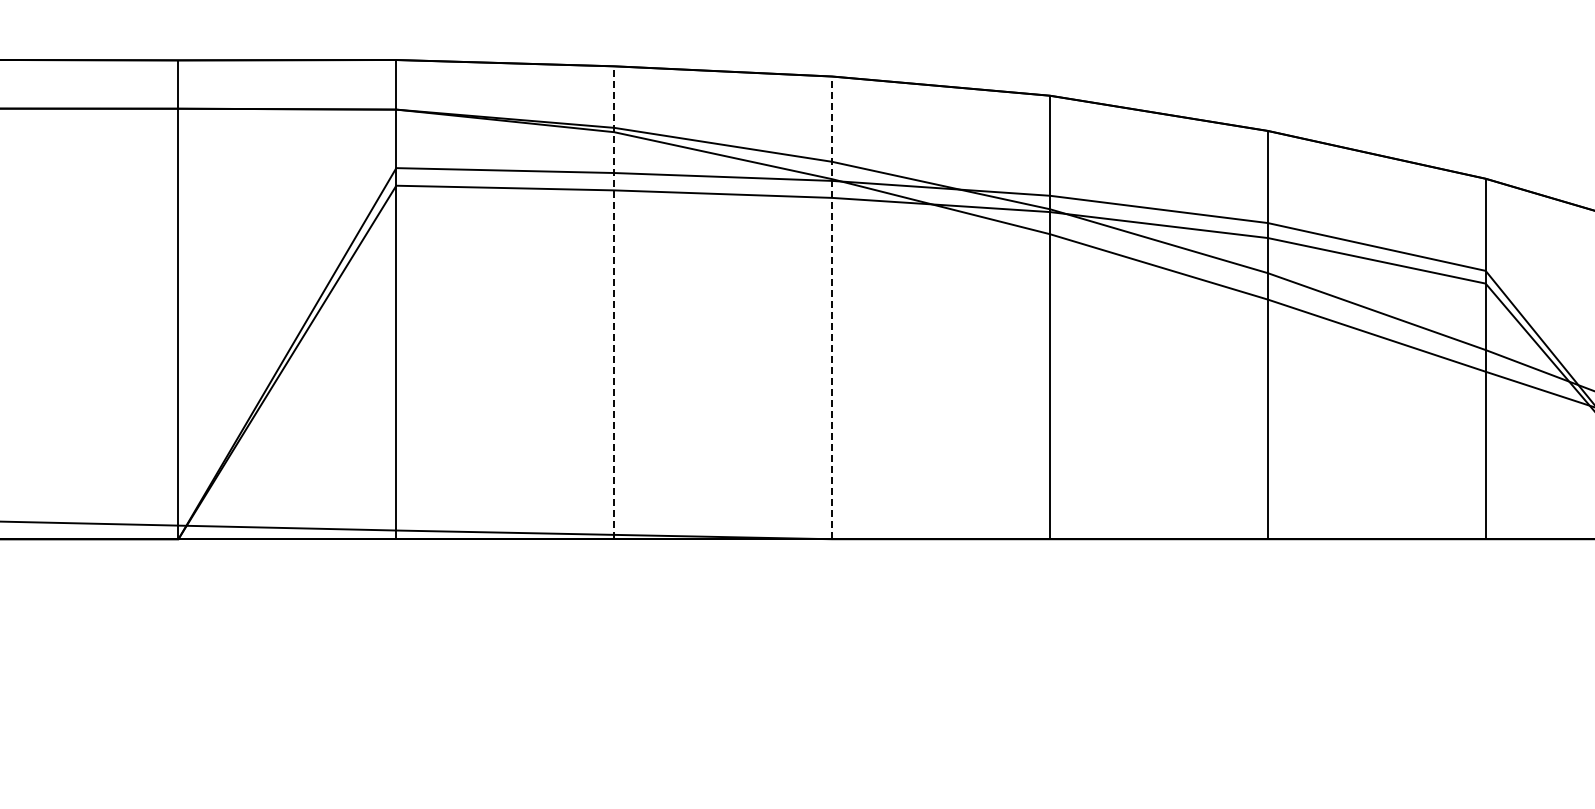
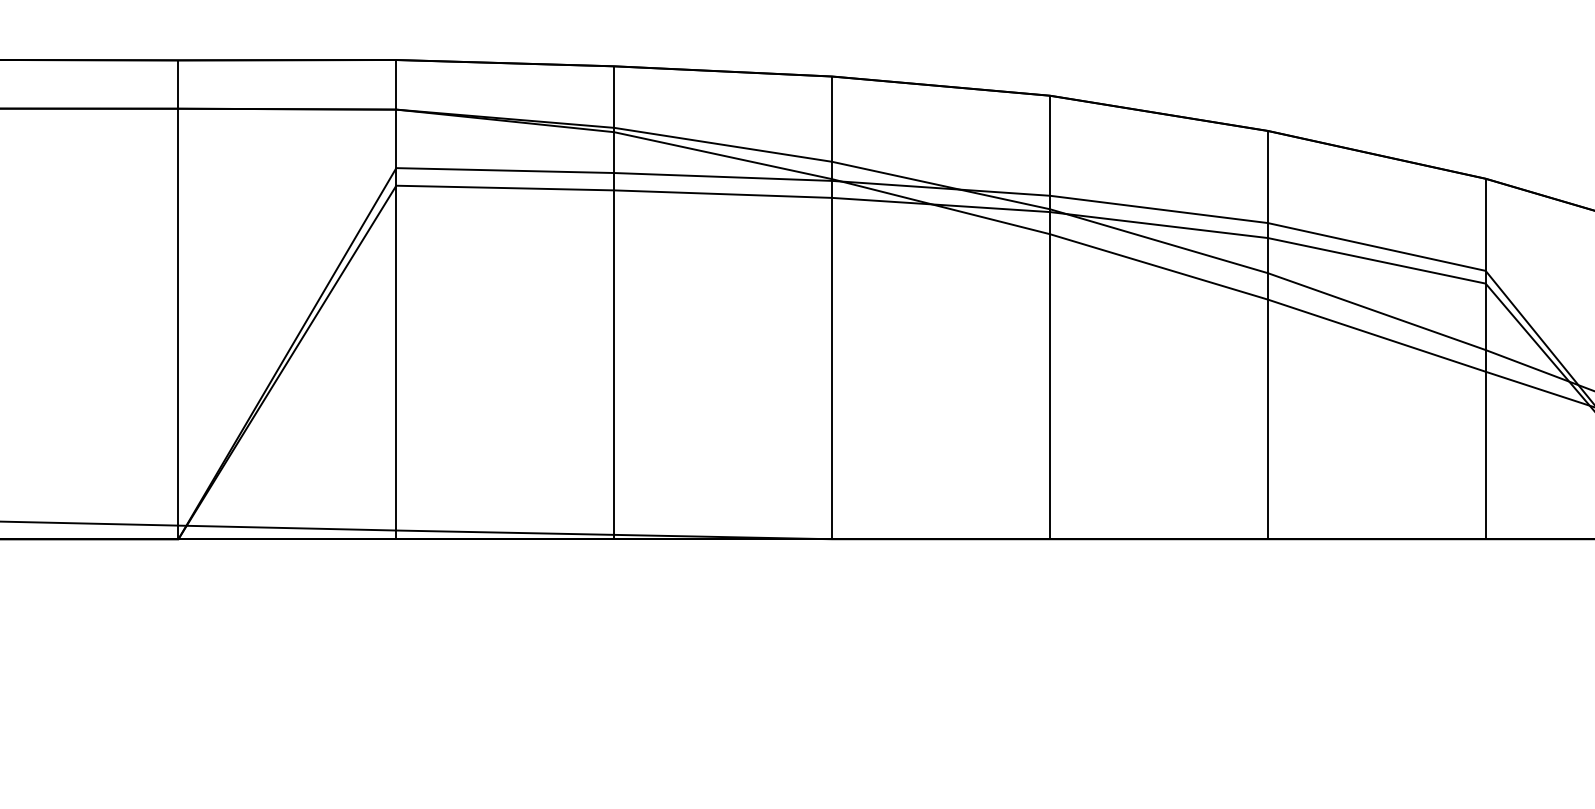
line at (614, 302): dashed -> solid
line at (832, 307): dashed -> solid
